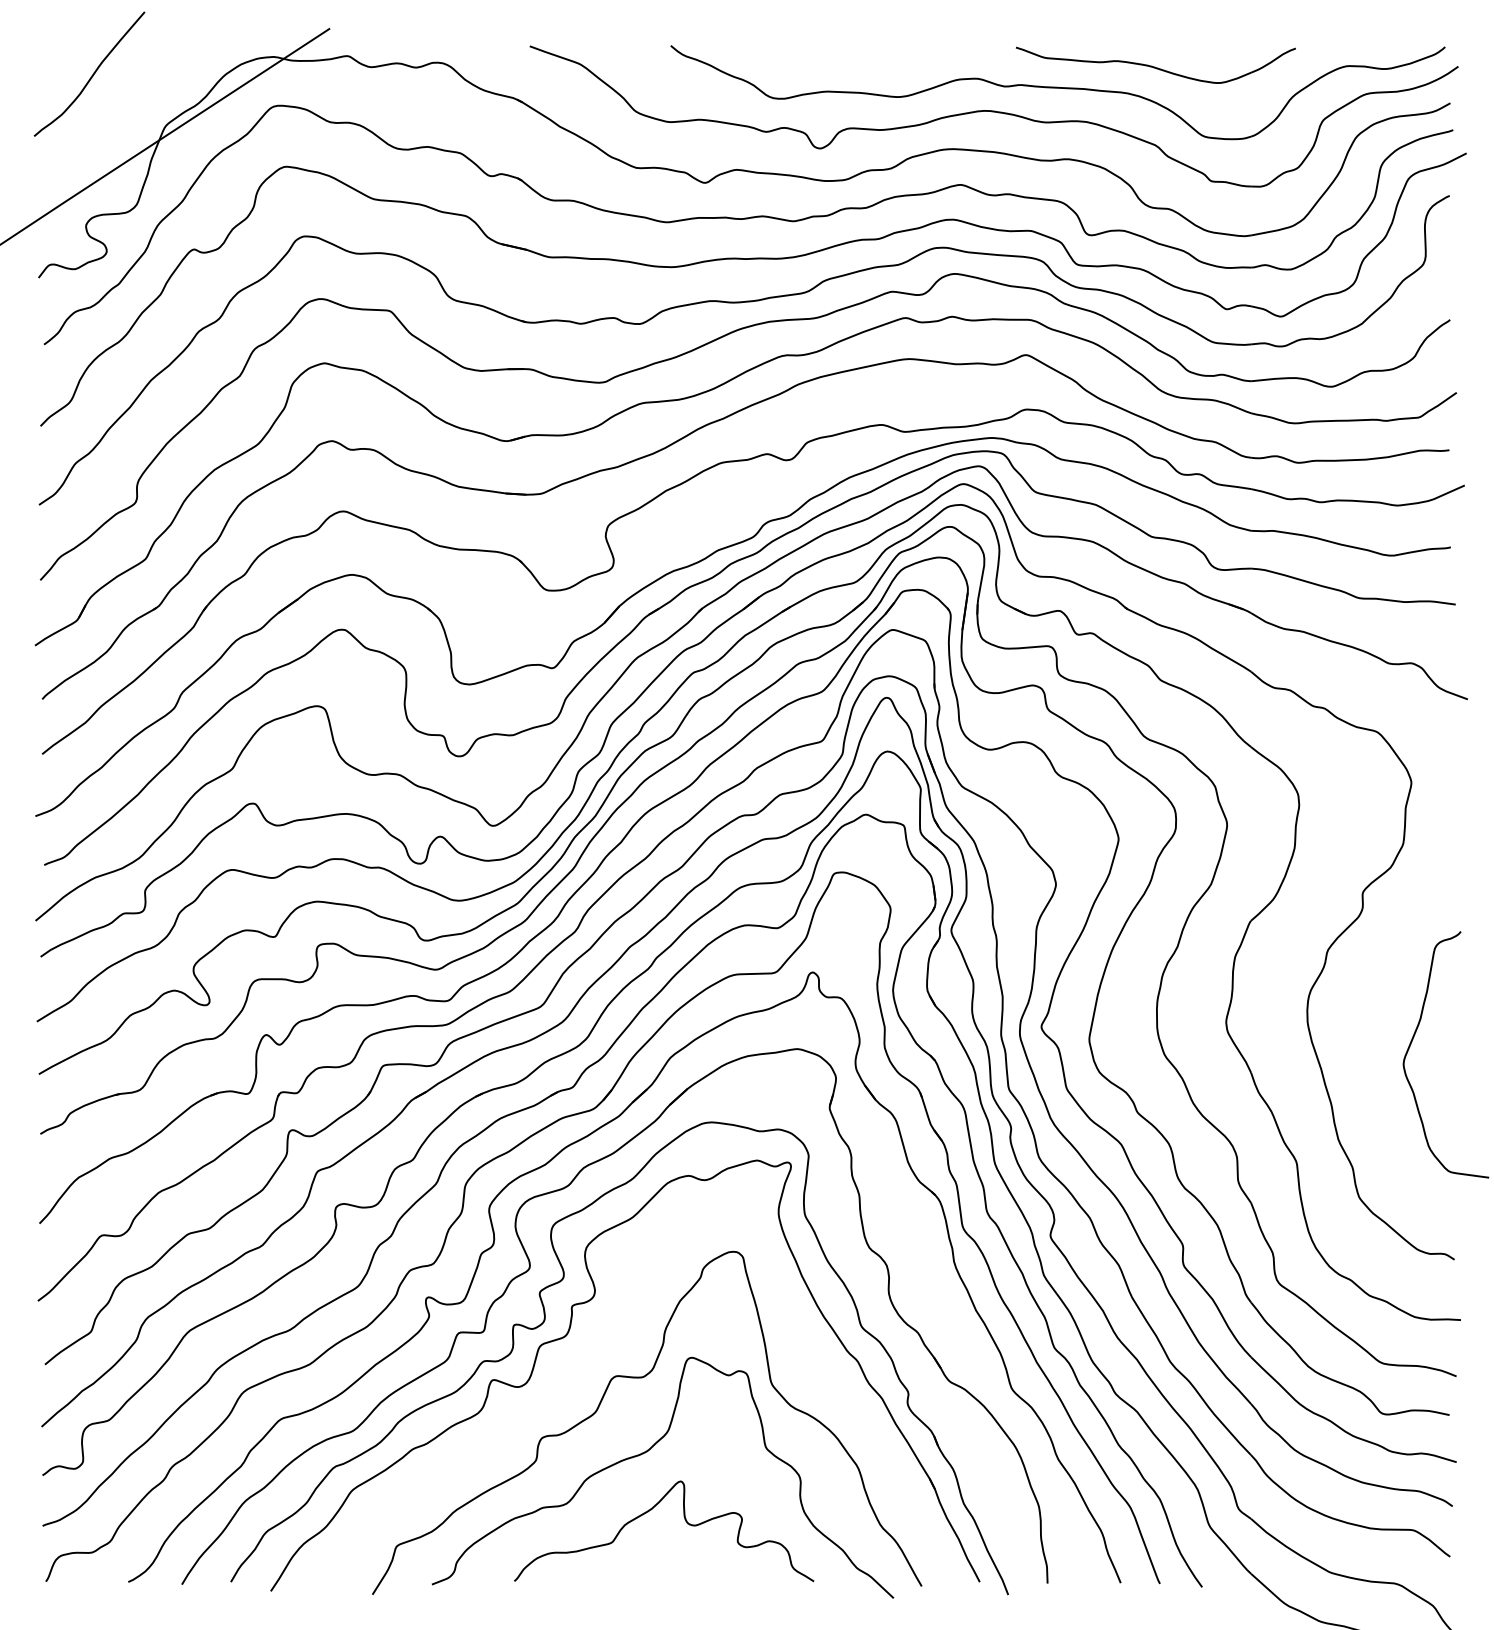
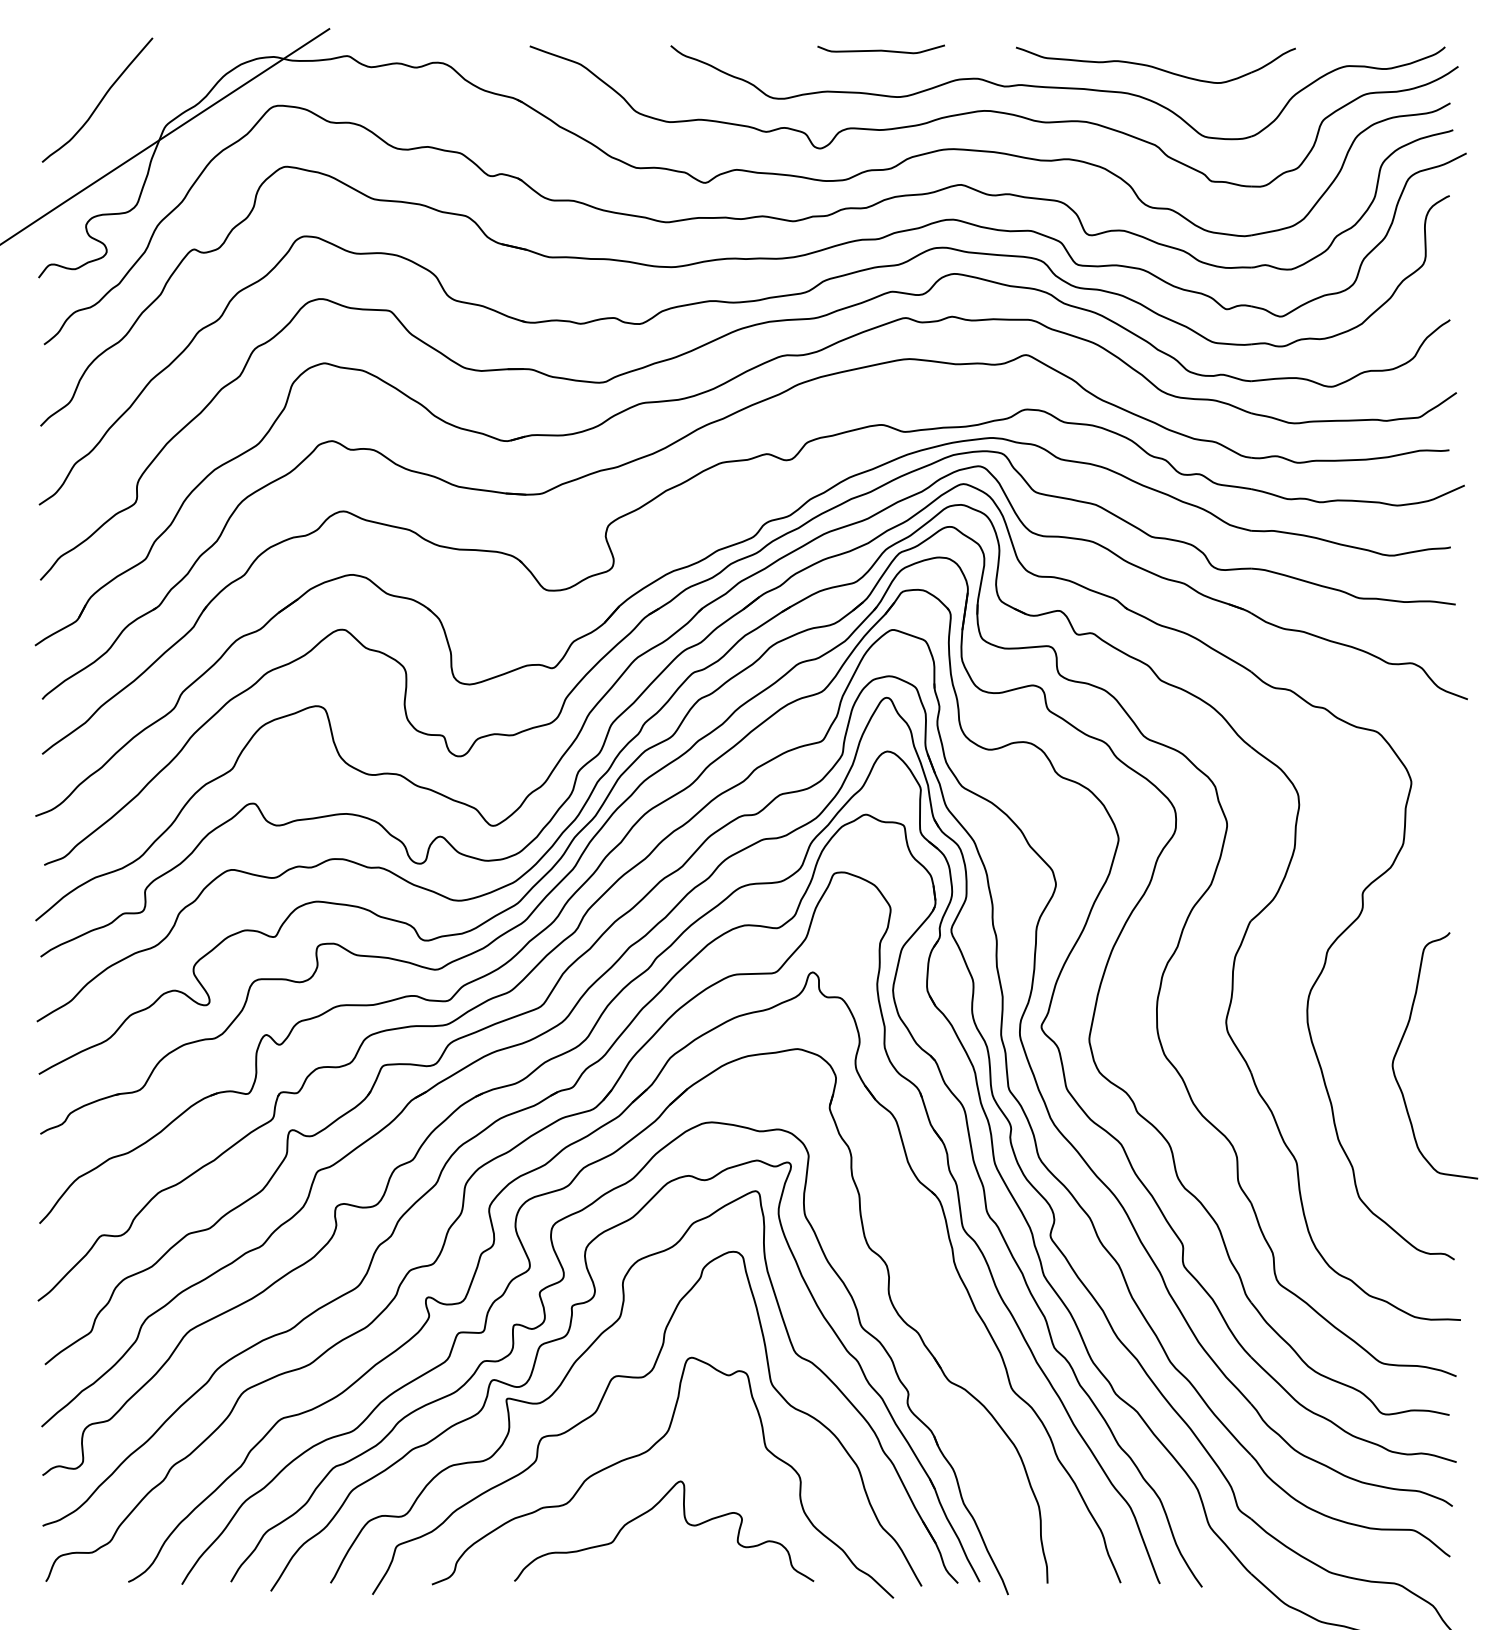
curve at (880, 49): none -> present
curve at (91, 75) position: (91, 75) -> (99, 101)
curve at (1412, 1042) position: (1412, 1042) -> (1401, 1043)
part at (594, 1343): none -> present
